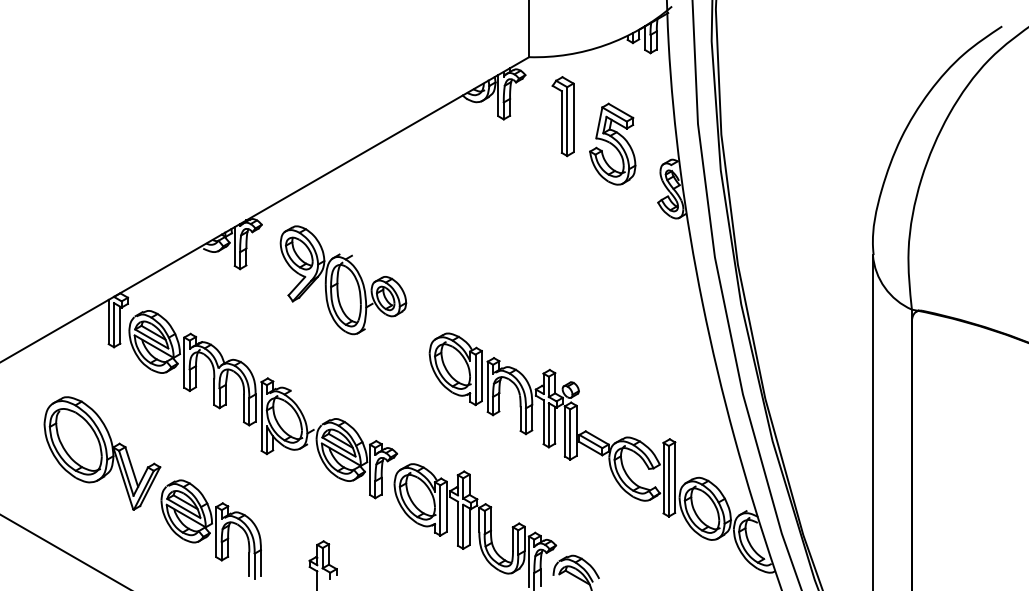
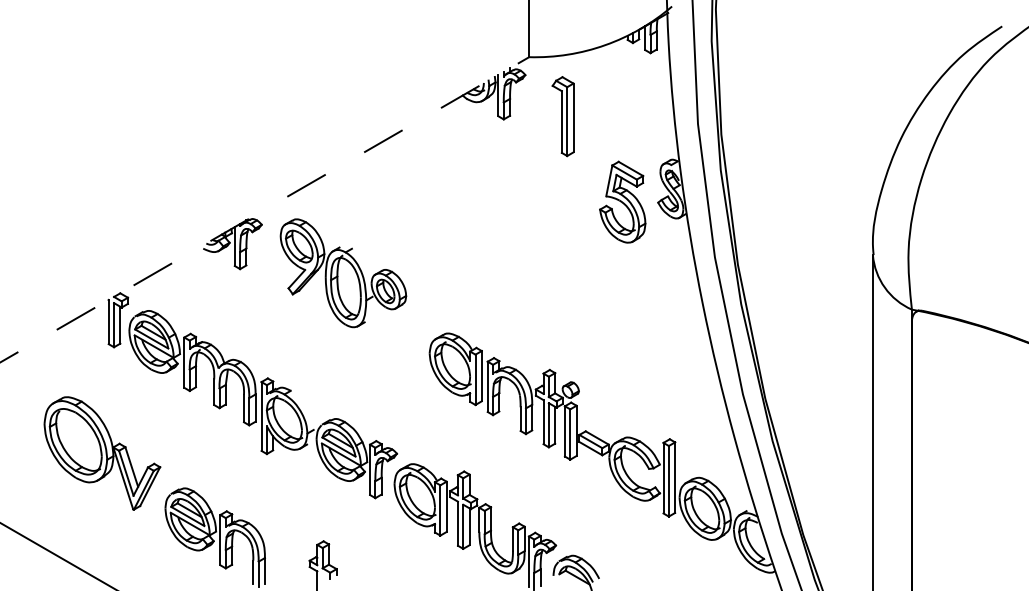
part at (612, 143) position: (612, 143) -> (622, 201)
line at (265, 209): solid -> dashed
part at (343, 280) position: (343, 280) -> (343, 273)
part at (210, 529) position: (210, 529) -> (214, 537)
line at (64, 551) position: (64, 551) -> (57, 555)
